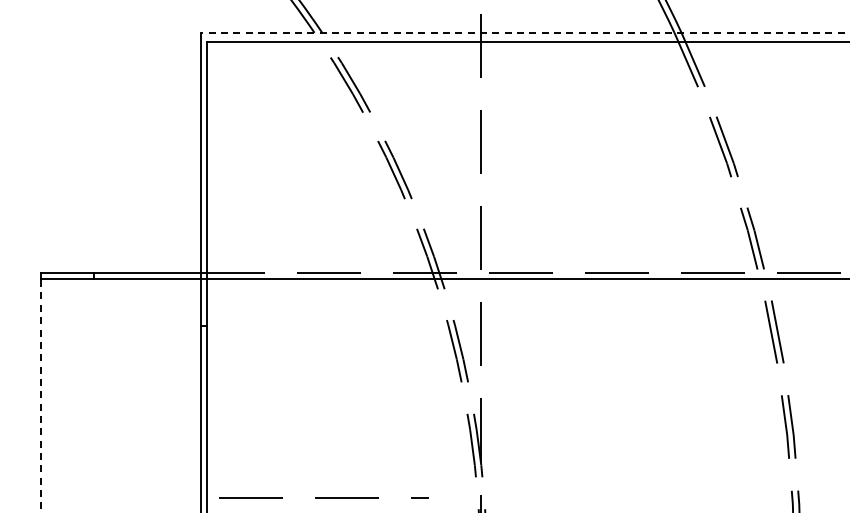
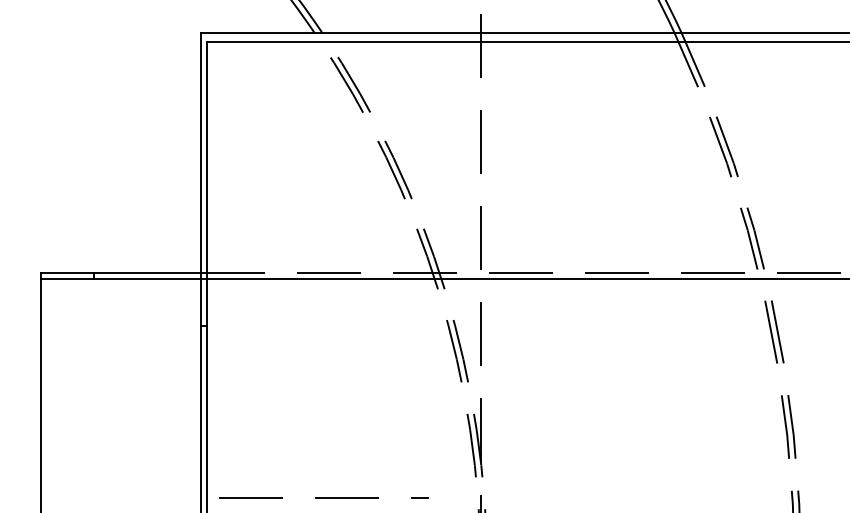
line at (524, 32): dashed -> solid
line at (40, 395): dashed -> solid
